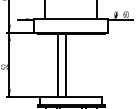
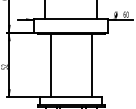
line at (57, 65) position: (57, 65) -> (50, 65)
line at (65, 65) position: (65, 65) -> (91, 65)
